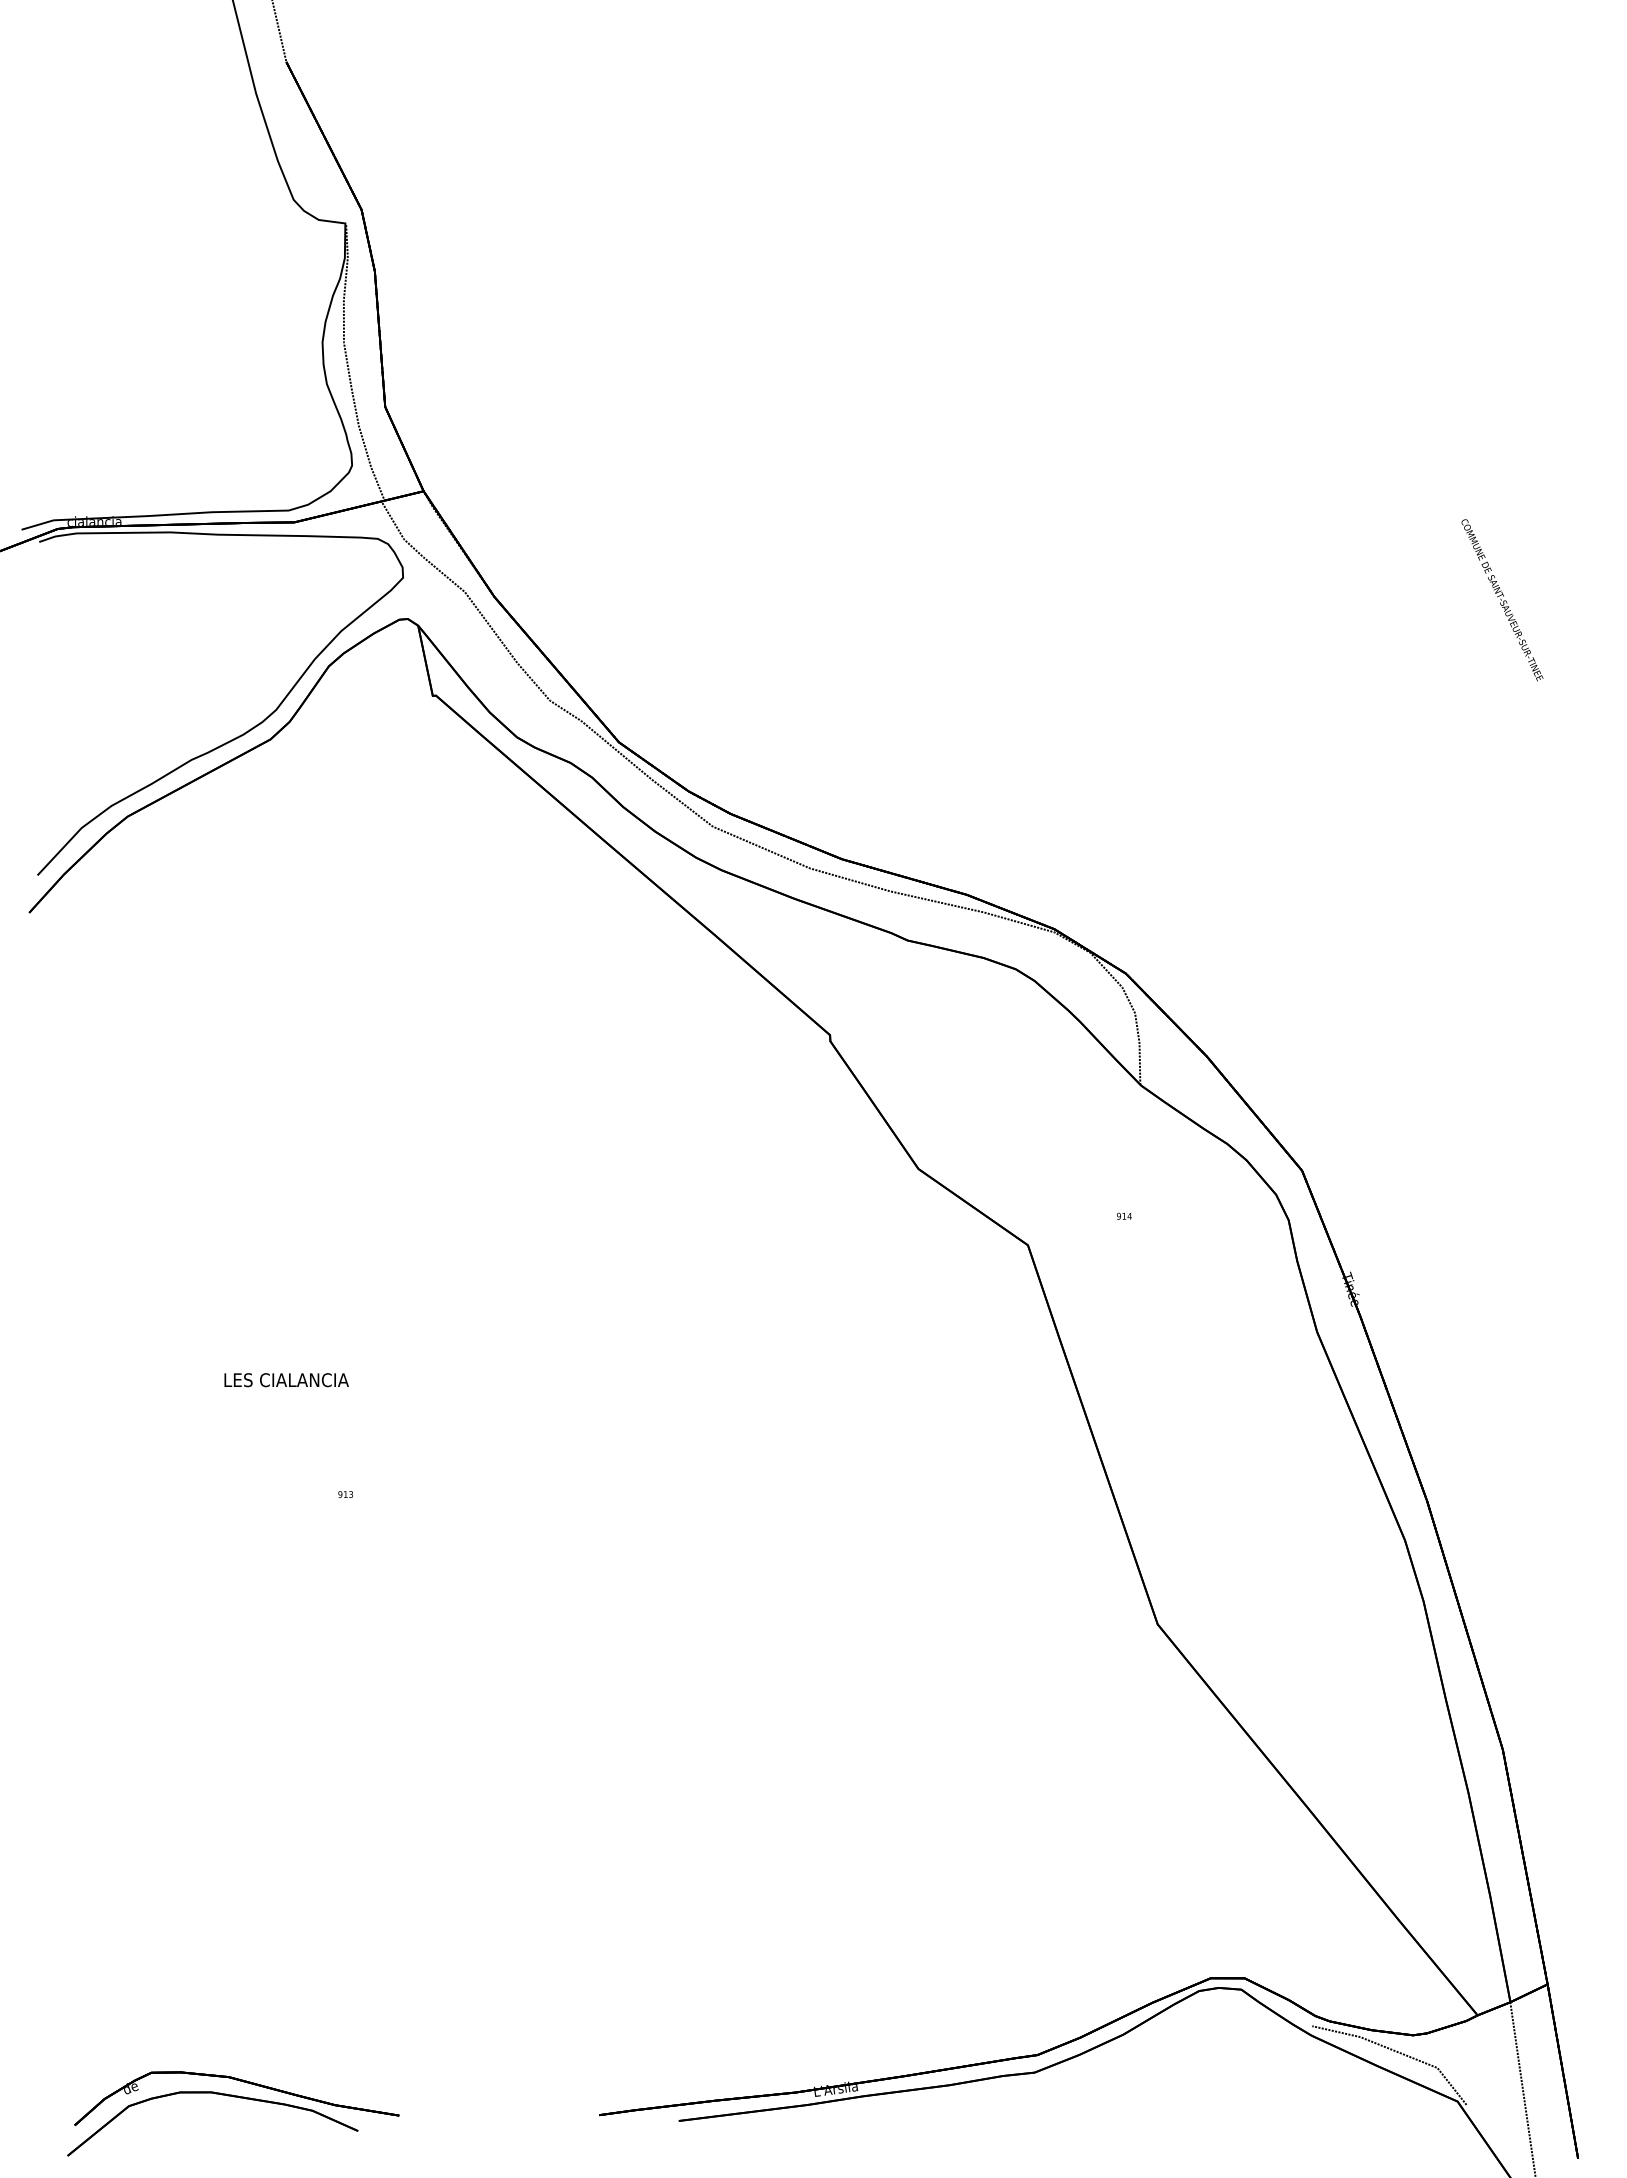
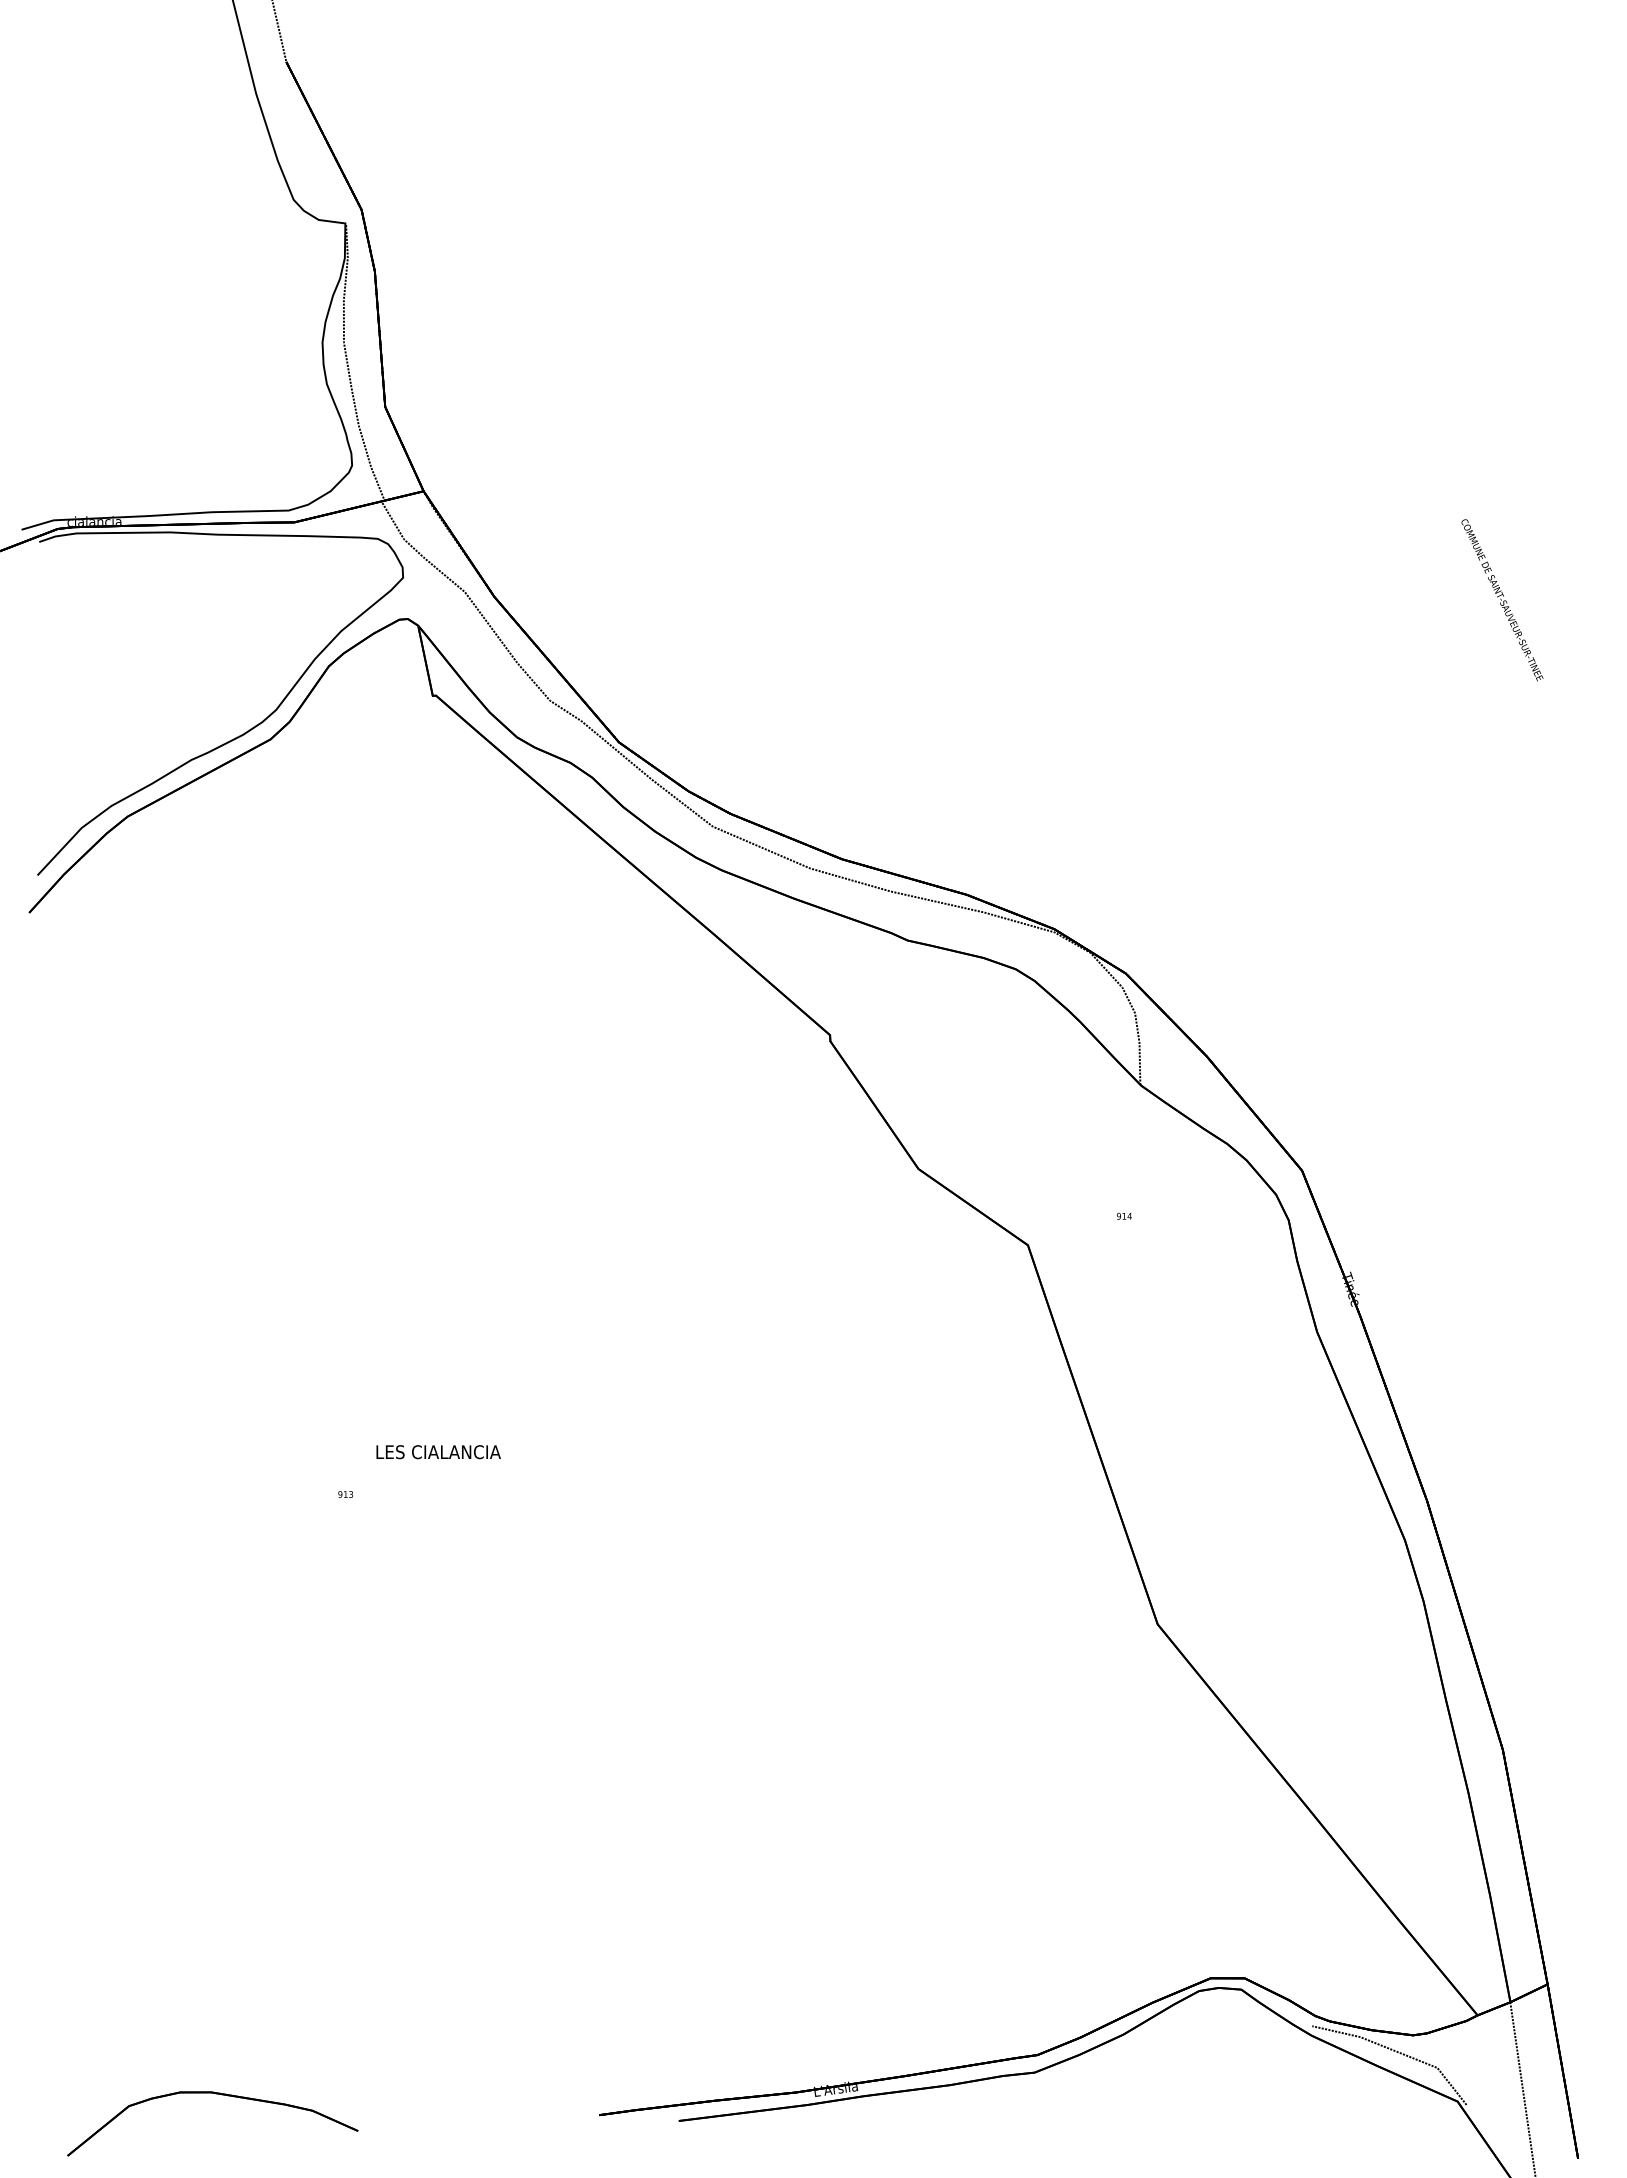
text at (286, 1380) position: (286, 1380) -> (438, 1452)
part at (240, 2081): present -> none
